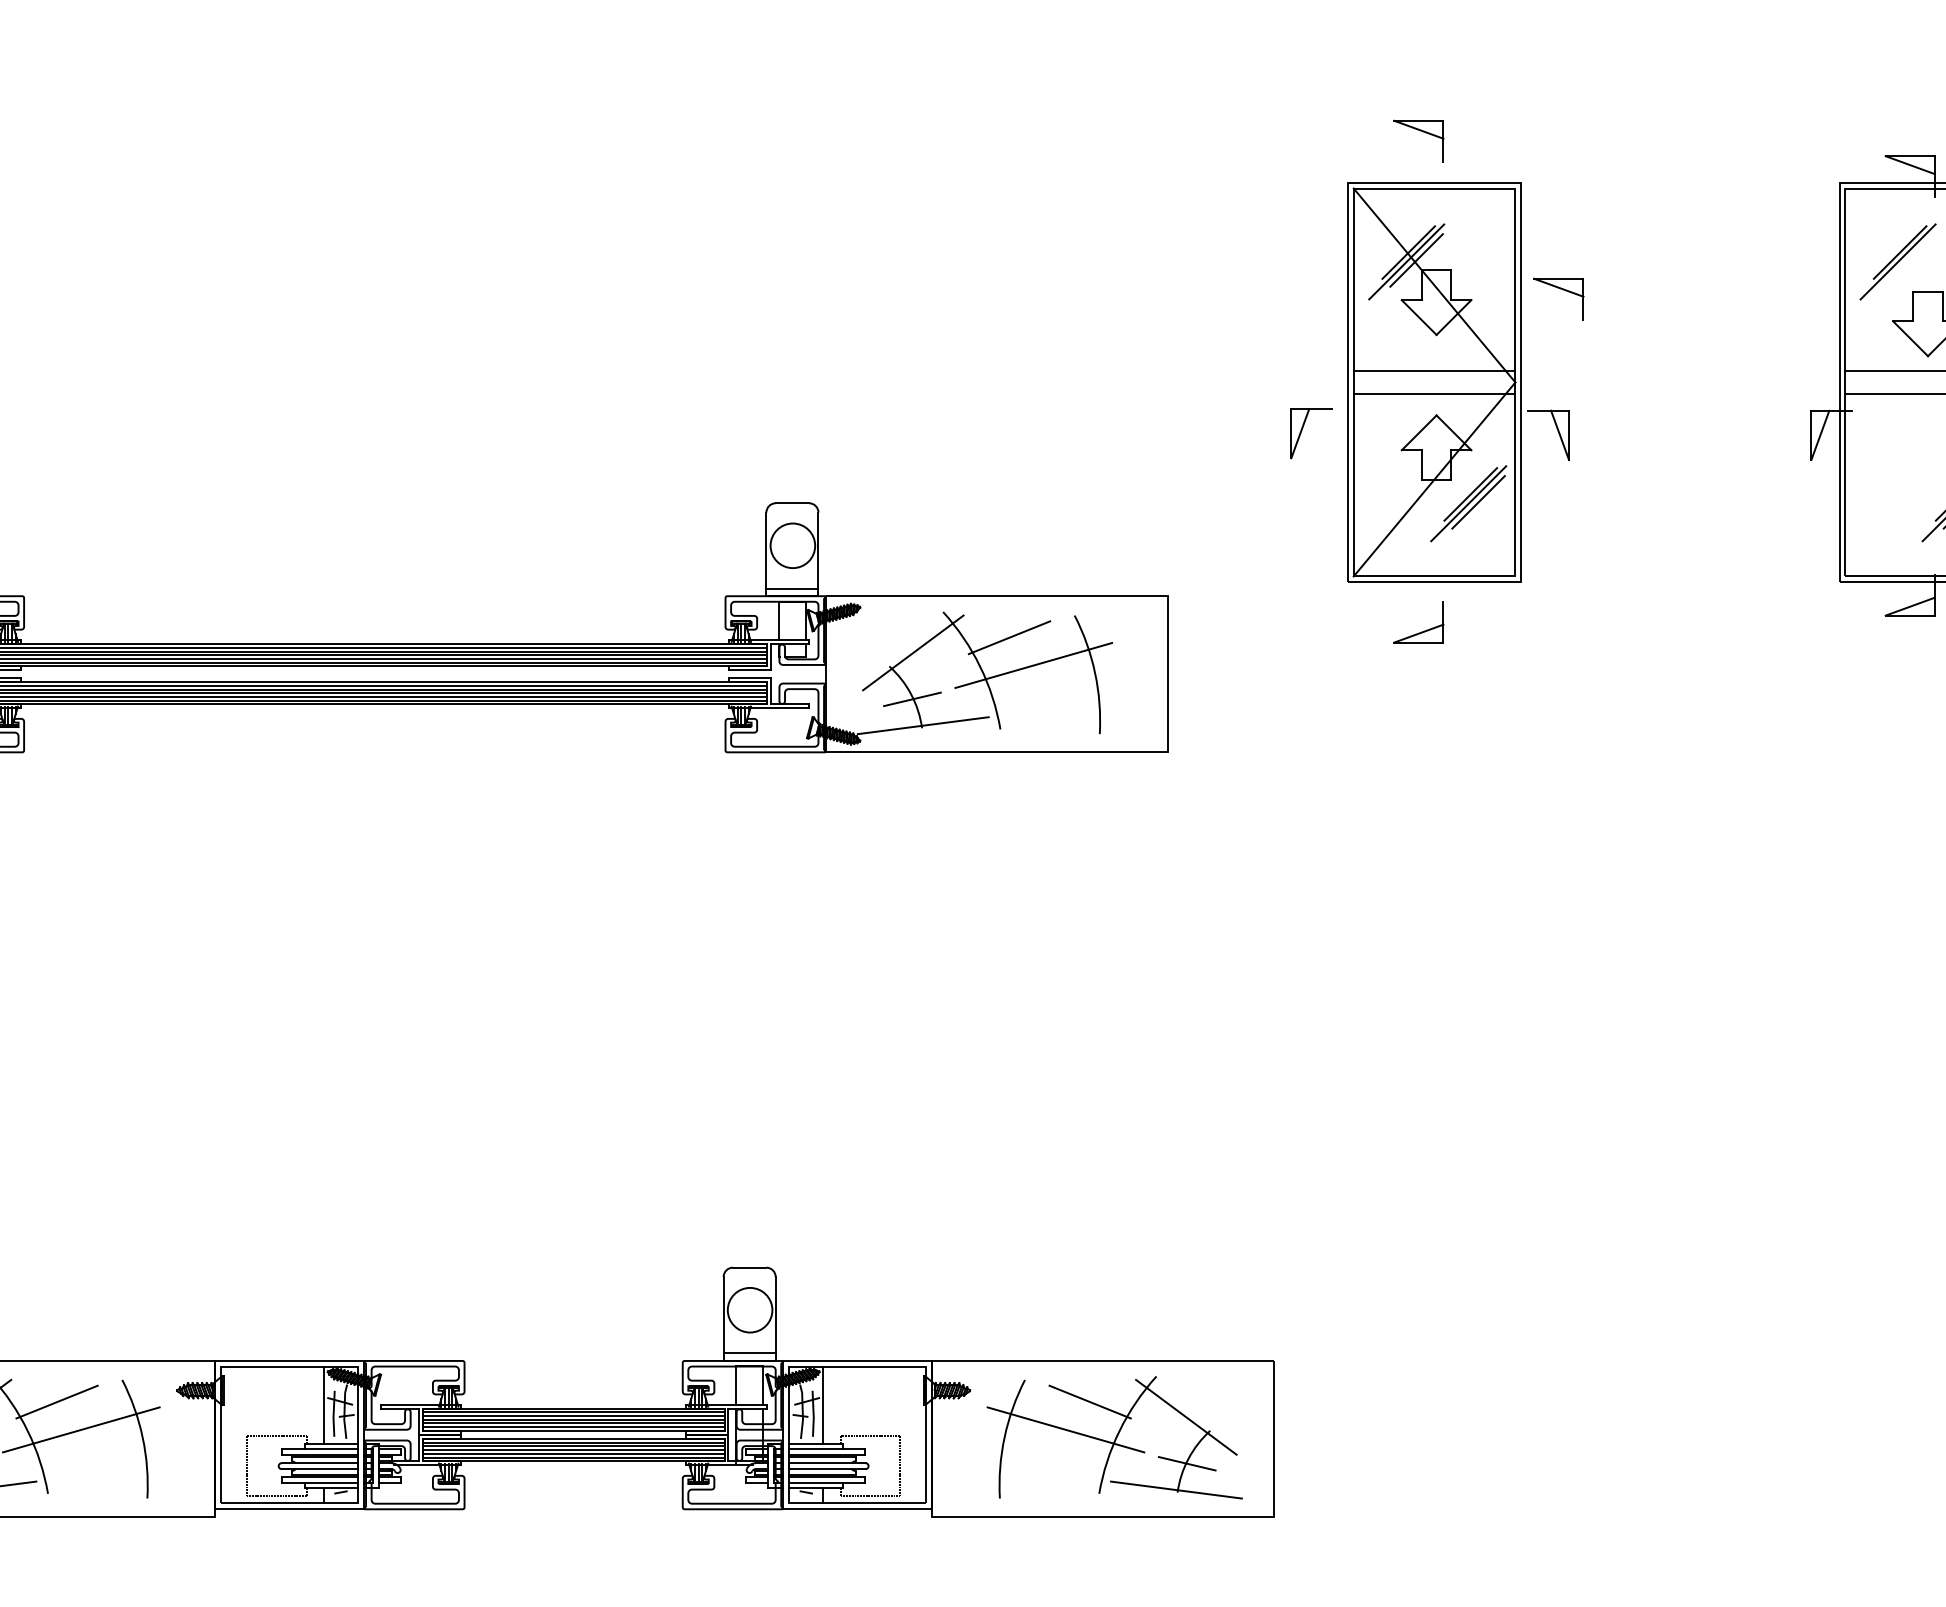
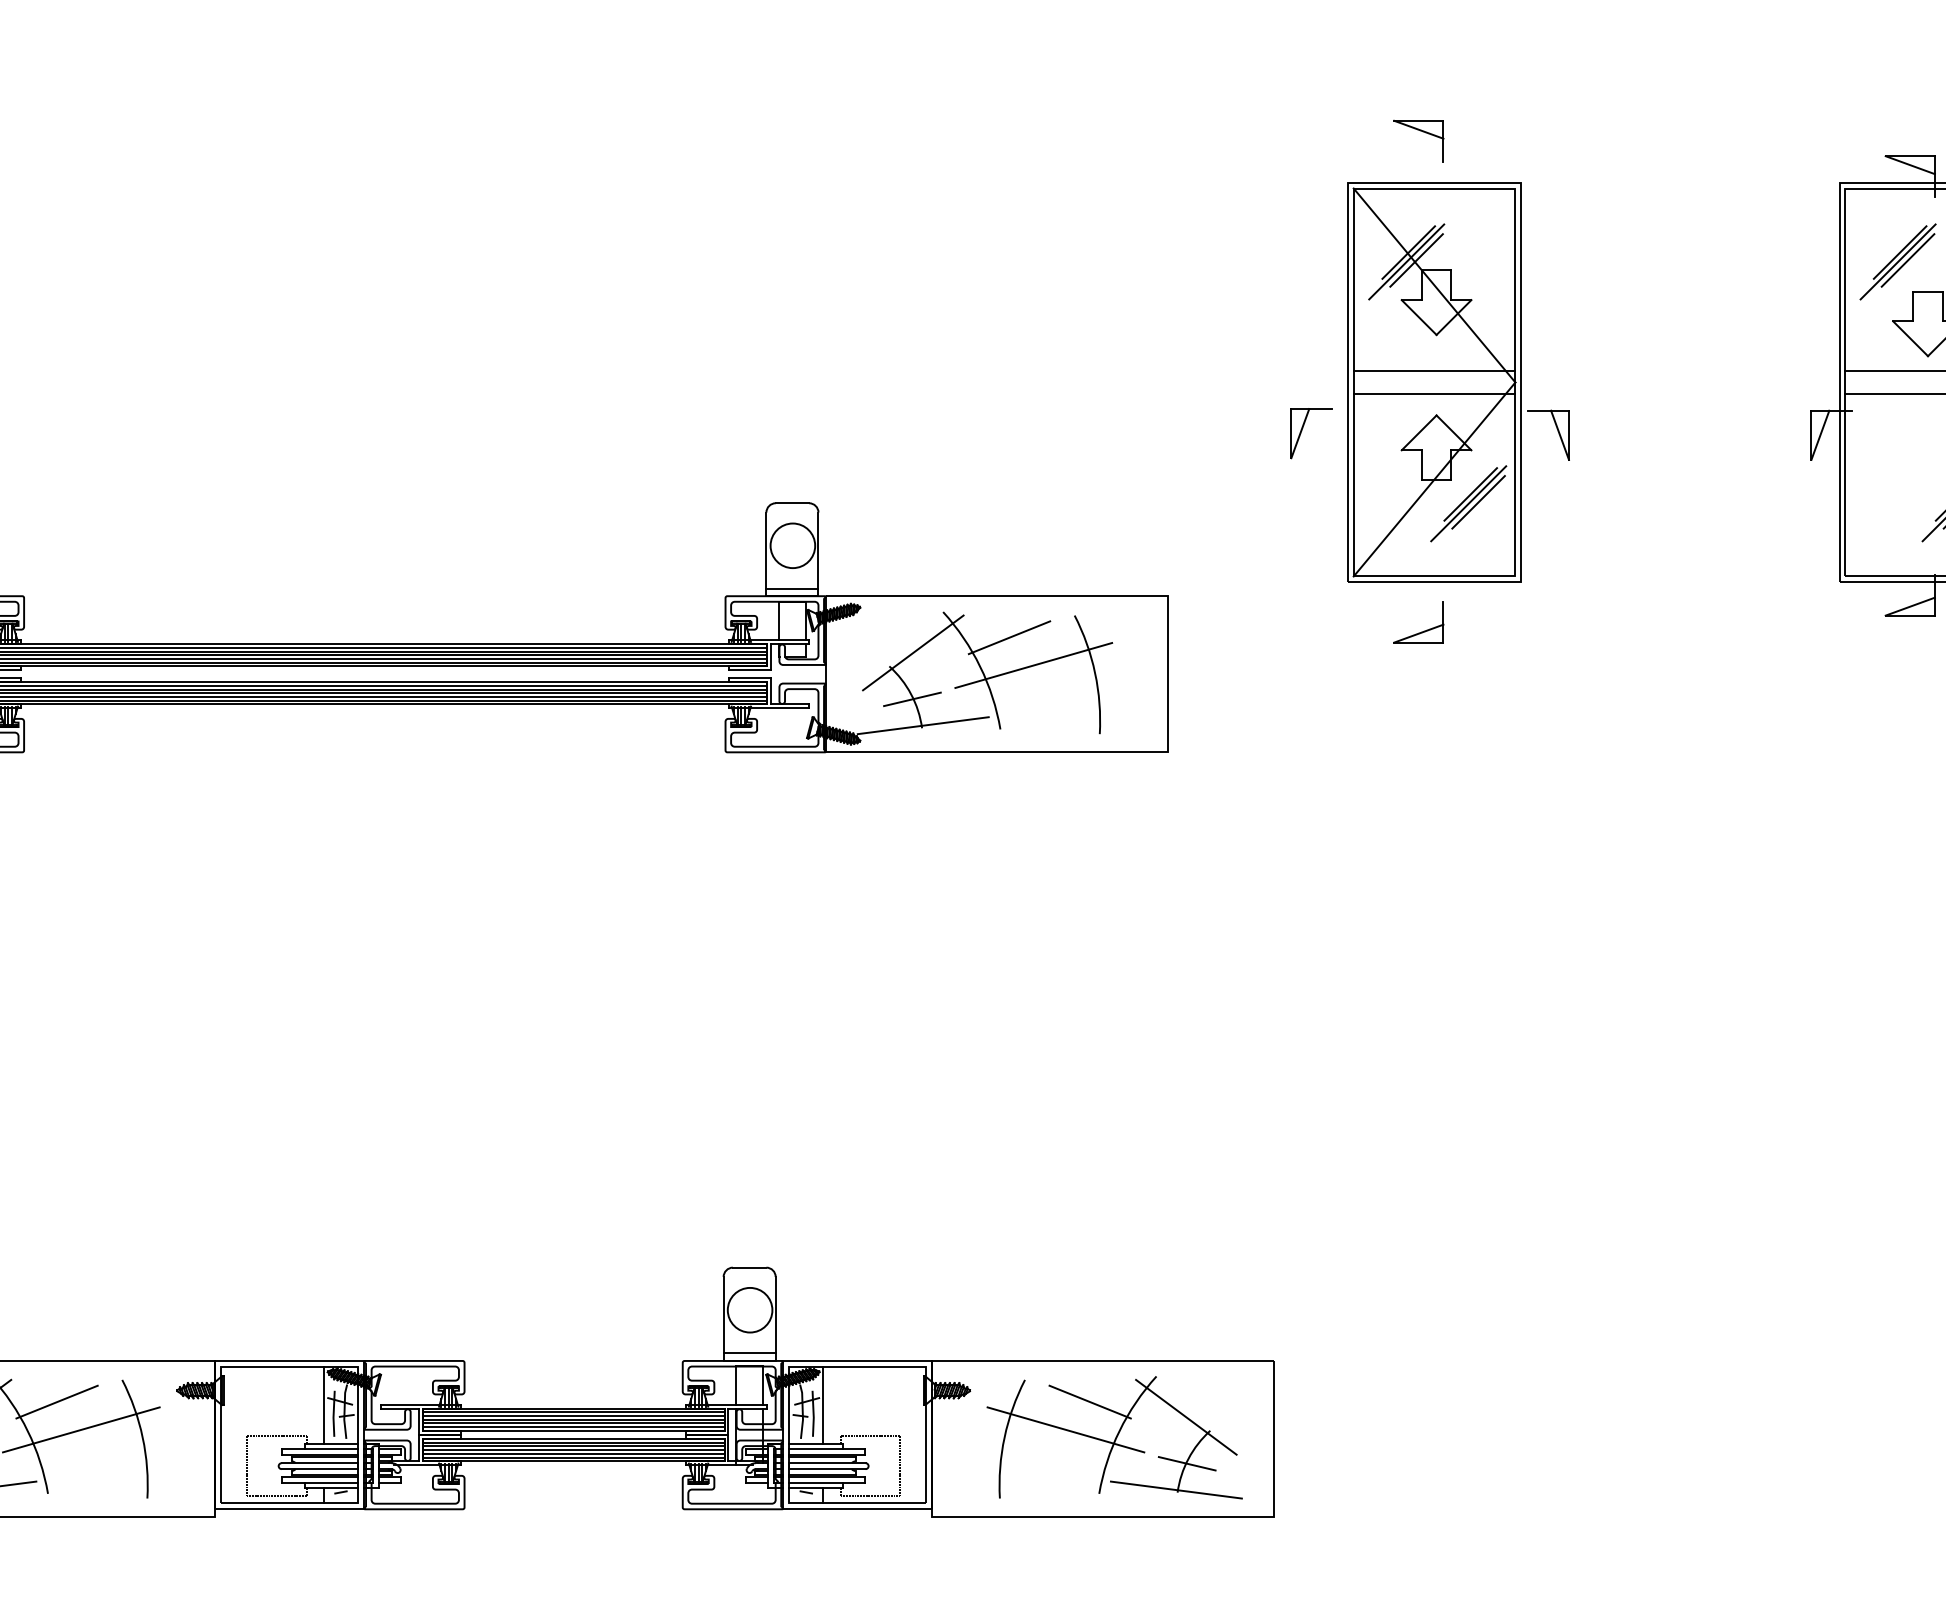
line at (1907, 260): none -> present
part at (1560, 289): present -> none
